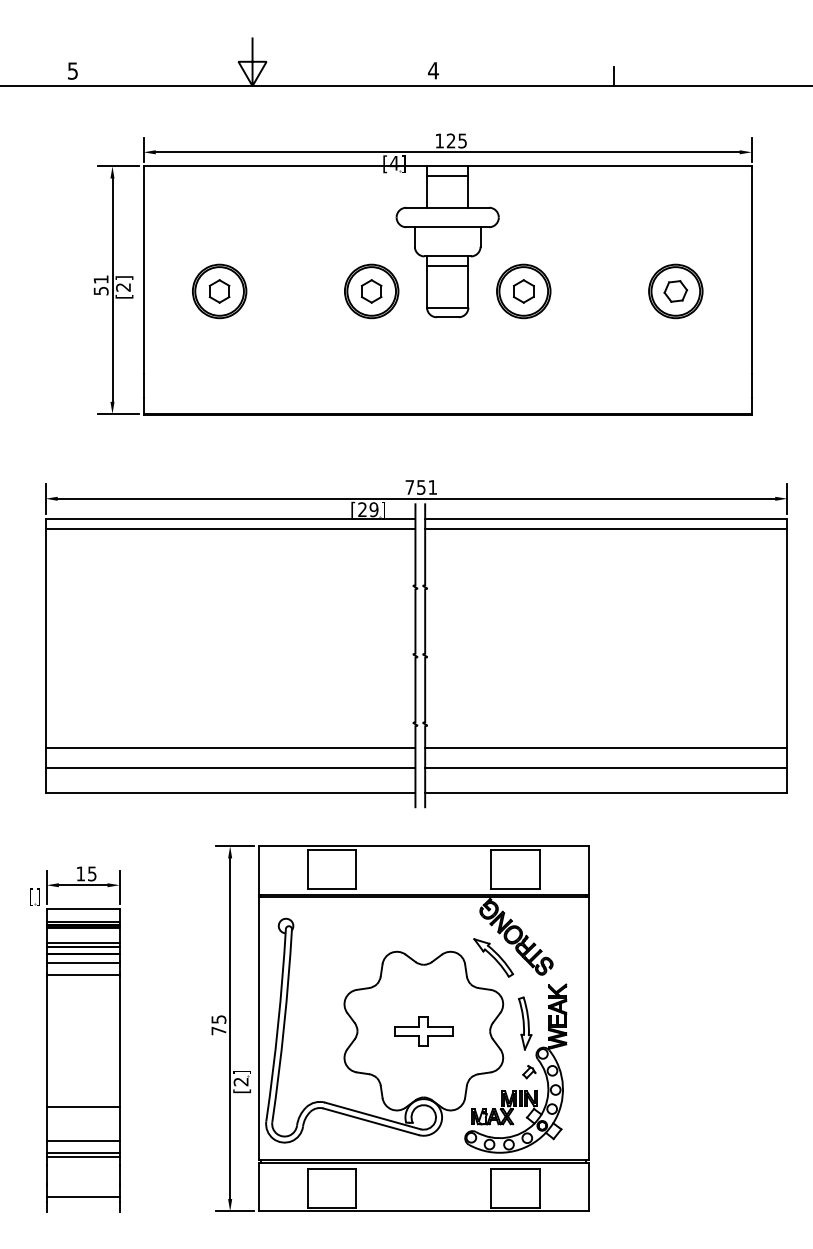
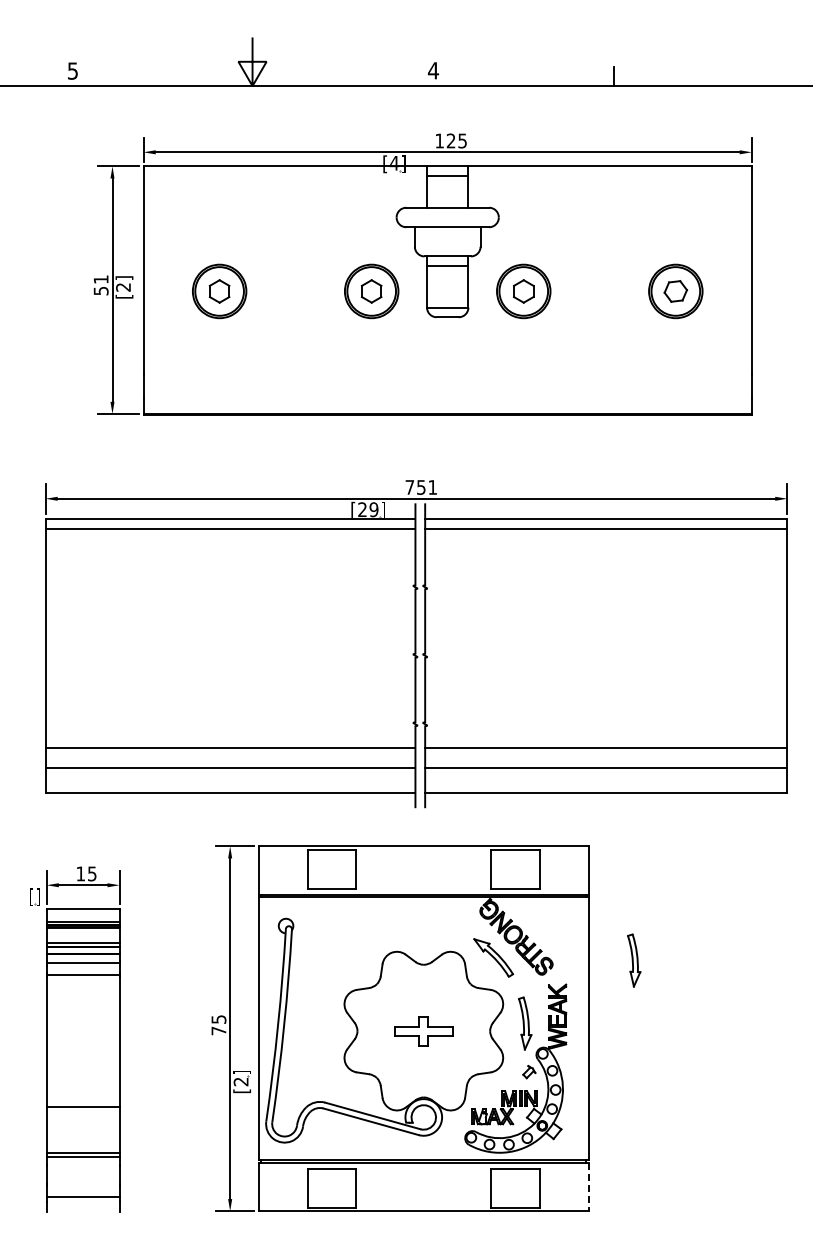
part at (634, 960): none -> present
line at (82, 1141): present -> none
line at (588, 1187): solid -> dashed
